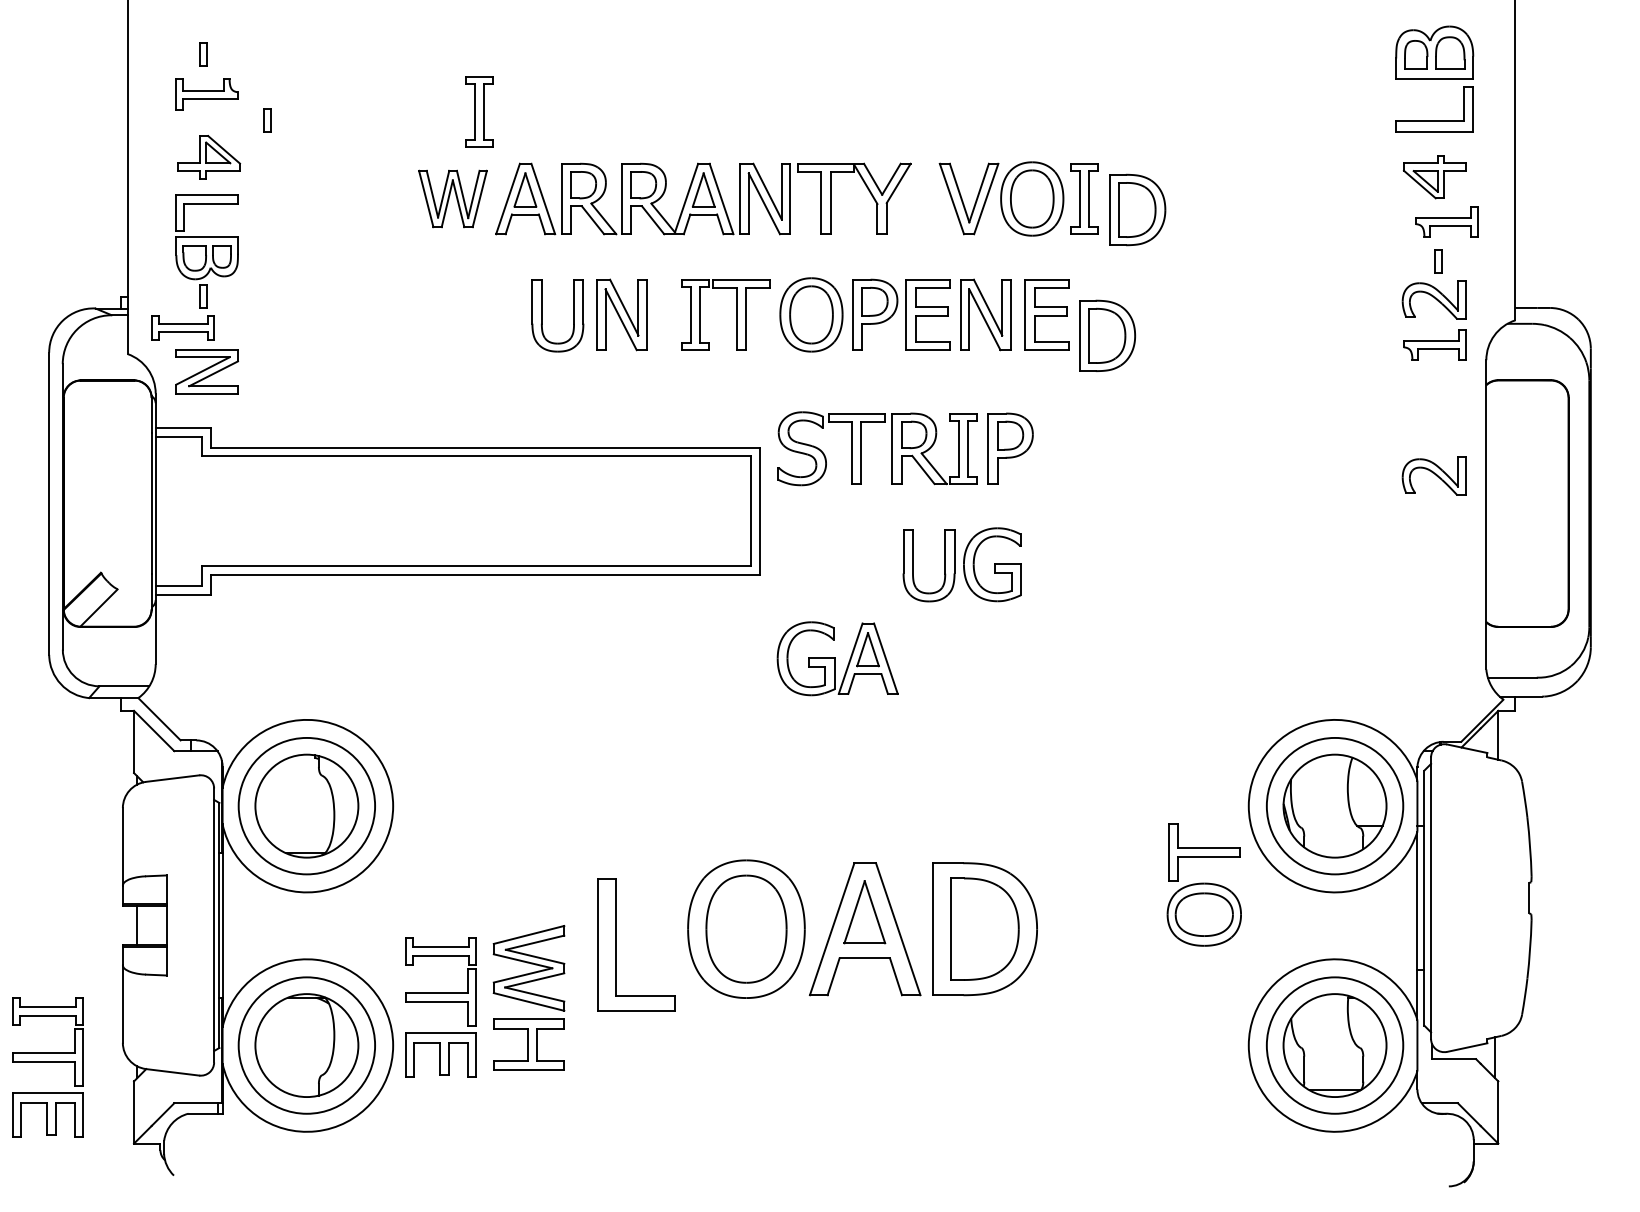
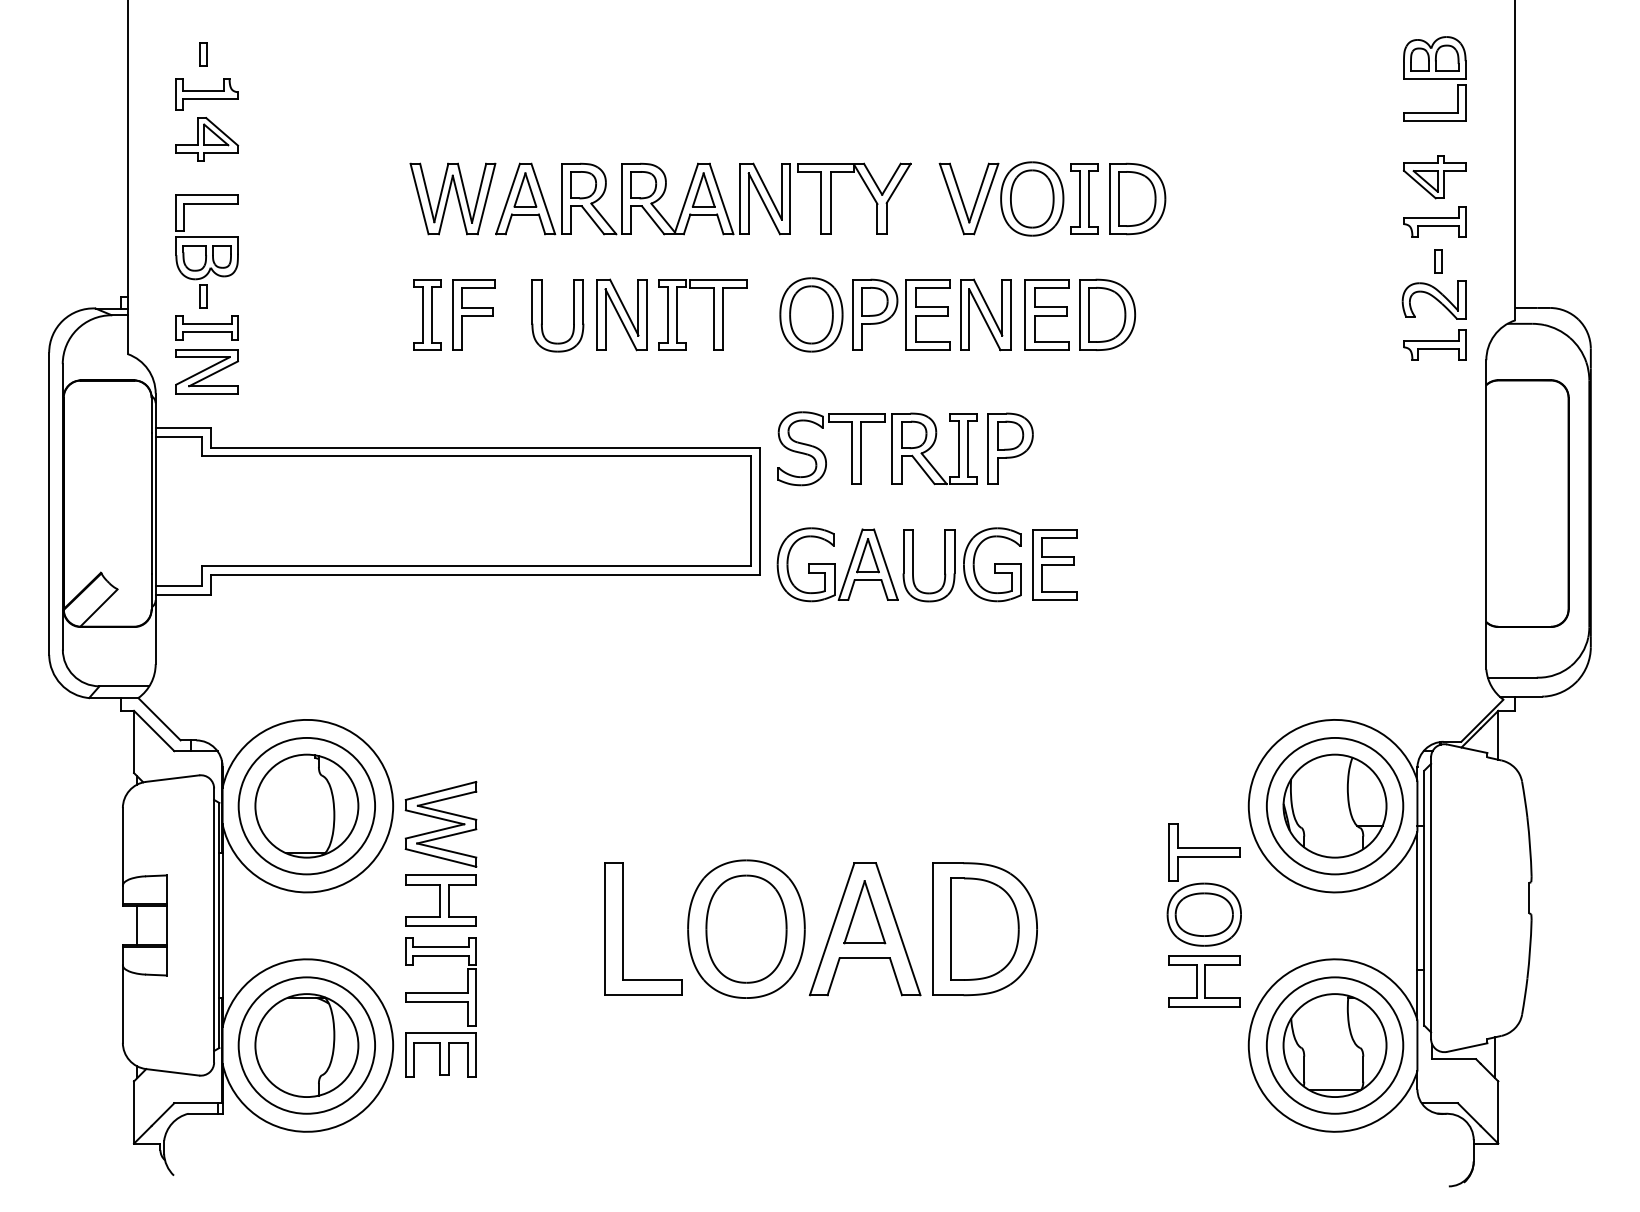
part at (1434, 78) size: 80x108 px -> 64x86 px
part at (479, 111) position: (479, 111) -> (427, 314)
part at (267, 120): present -> none
part at (209, 157) position: (209, 157) -> (207, 139)
part at (452, 198) size: 70x60 px -> 88x74 px
part at (1137, 209) position: (1137, 209) -> (1137, 198)
part at (1446, 221) position: (1446, 221) -> (1434, 221)
part at (473, 314): none -> present
part at (736, 314) position: (736, 314) -> (713, 314)
part at (182, 327) position: (182, 327) -> (206, 327)
part at (1107, 335) position: (1107, 335) -> (1107, 314)
part at (1433, 475): present -> none
part at (1054, 564): none -> present
part at (837, 658) position: (837, 658) -> (837, 564)
part at (616, 944) position: (616, 944) -> (623, 928)
part at (1204, 981): none -> present
part at (528, 997) position: (528, 997) -> (440, 853)
part at (47, 1067): present -> none
